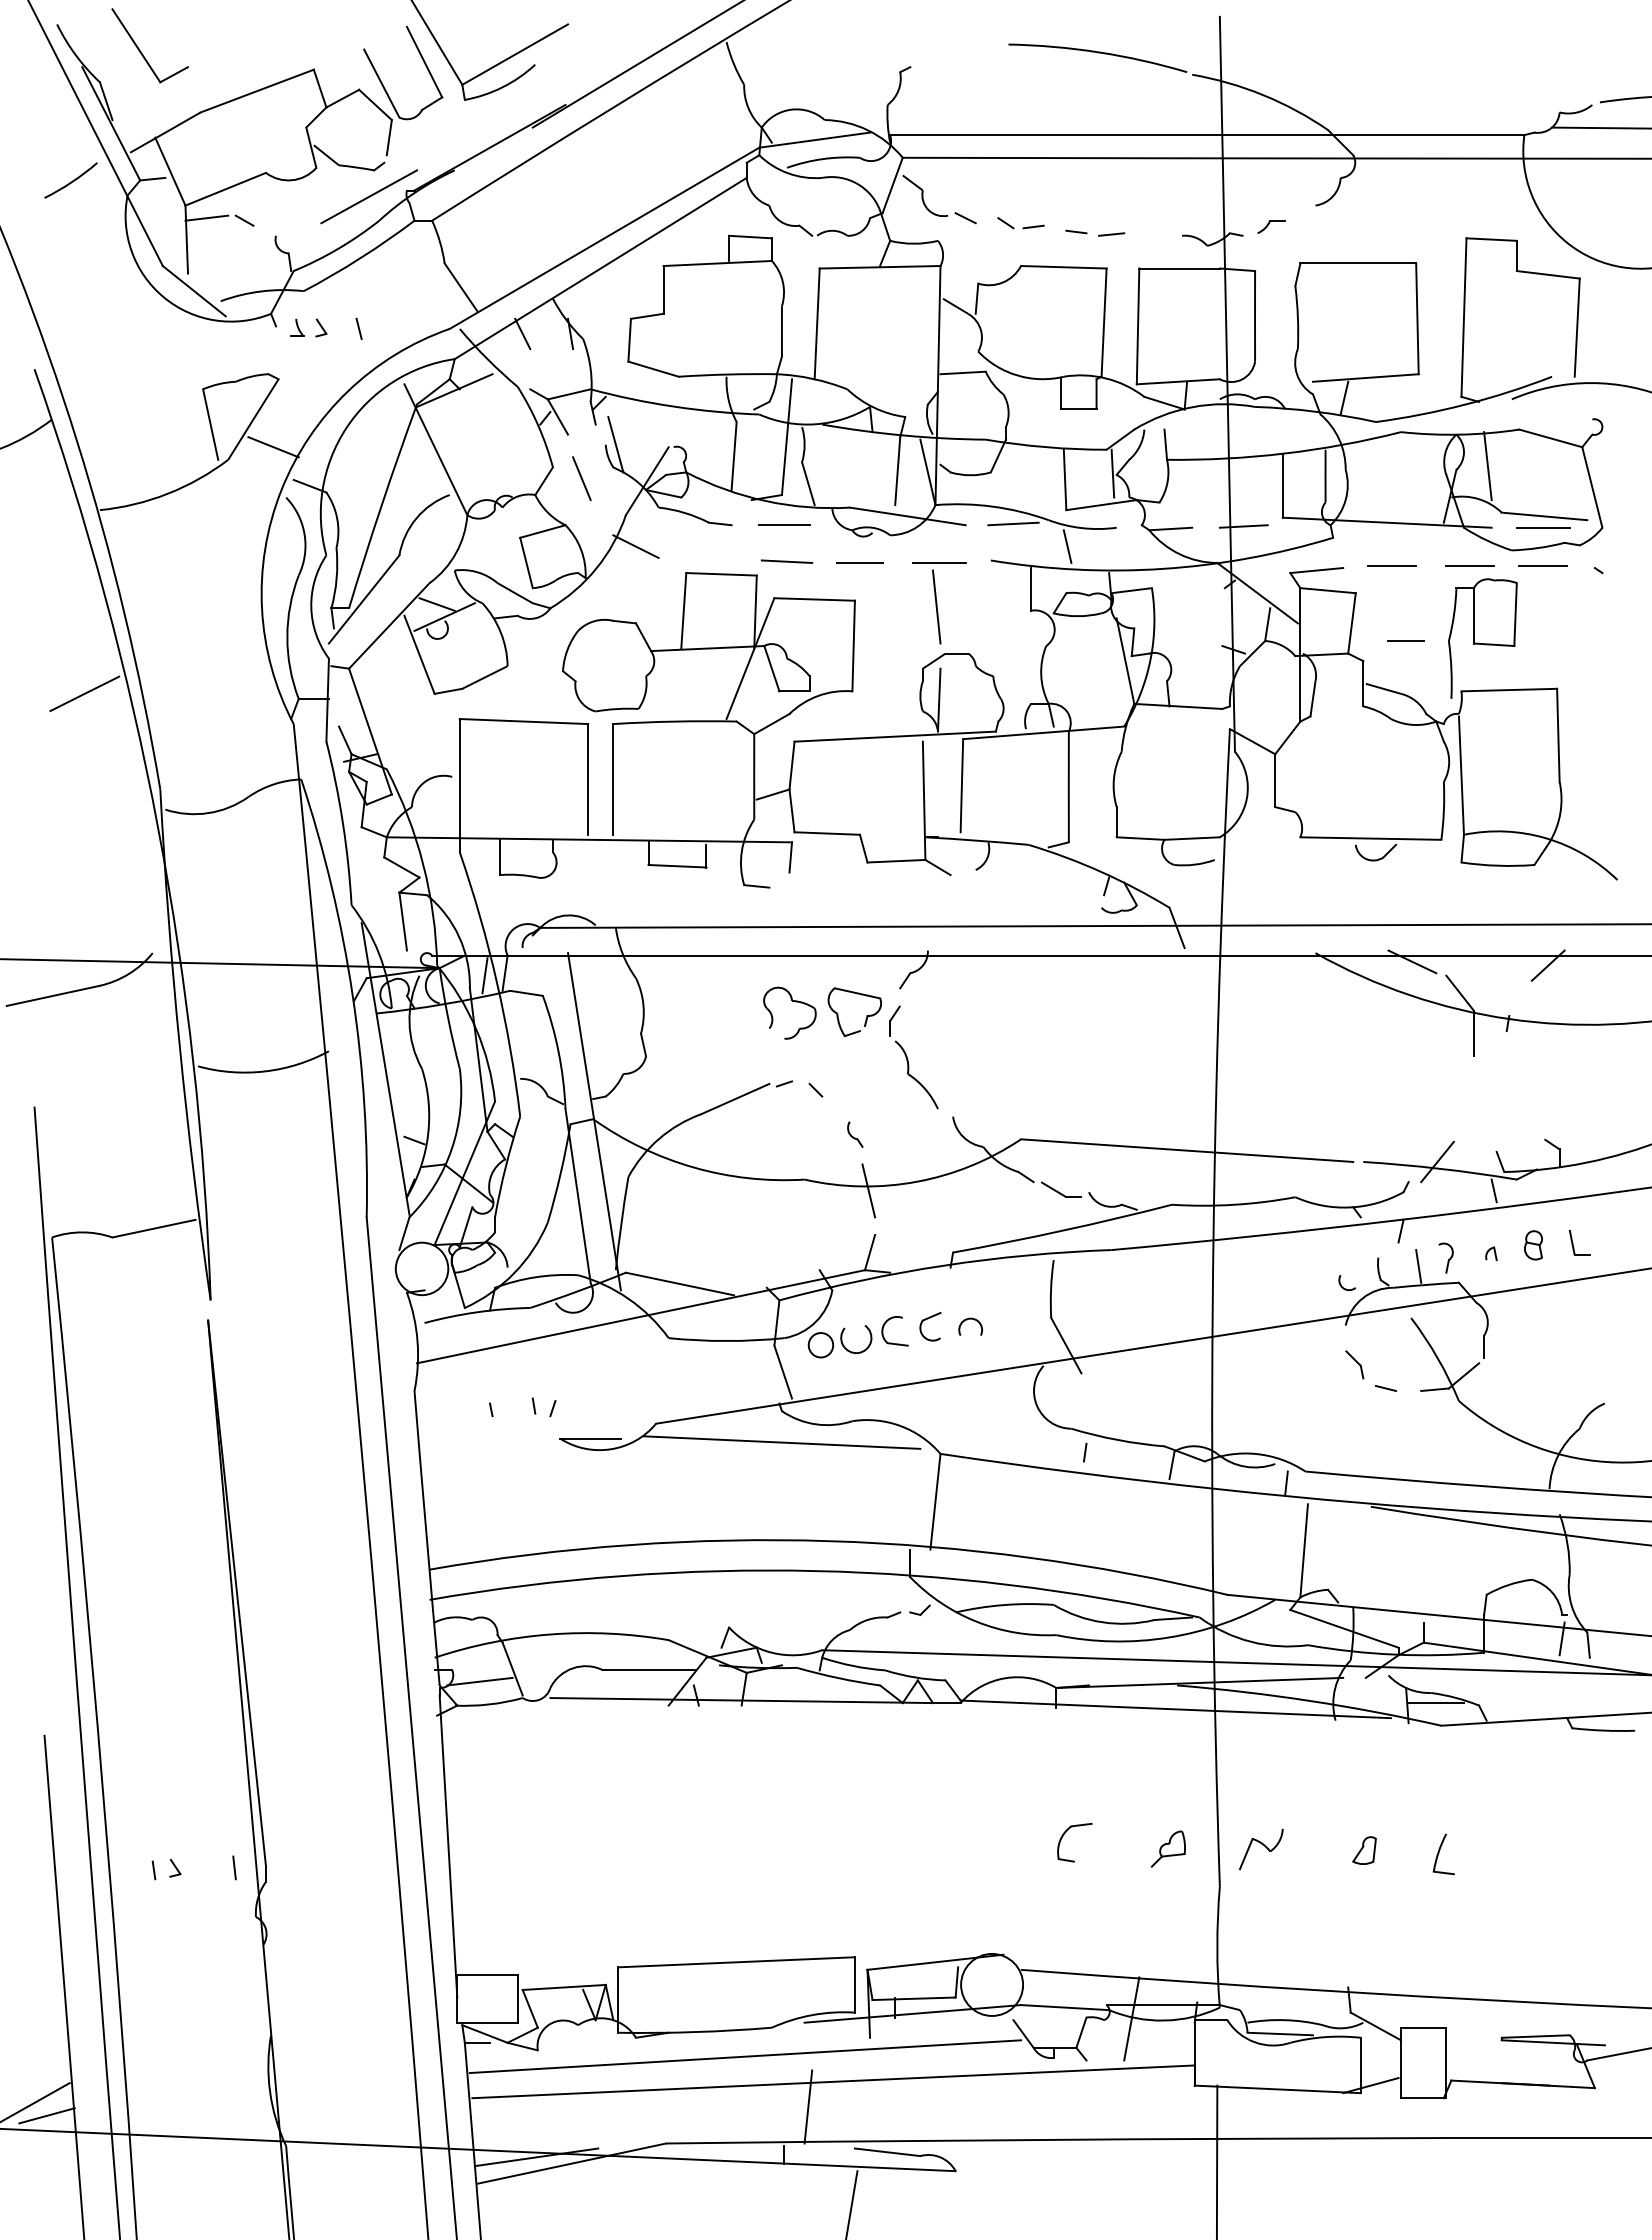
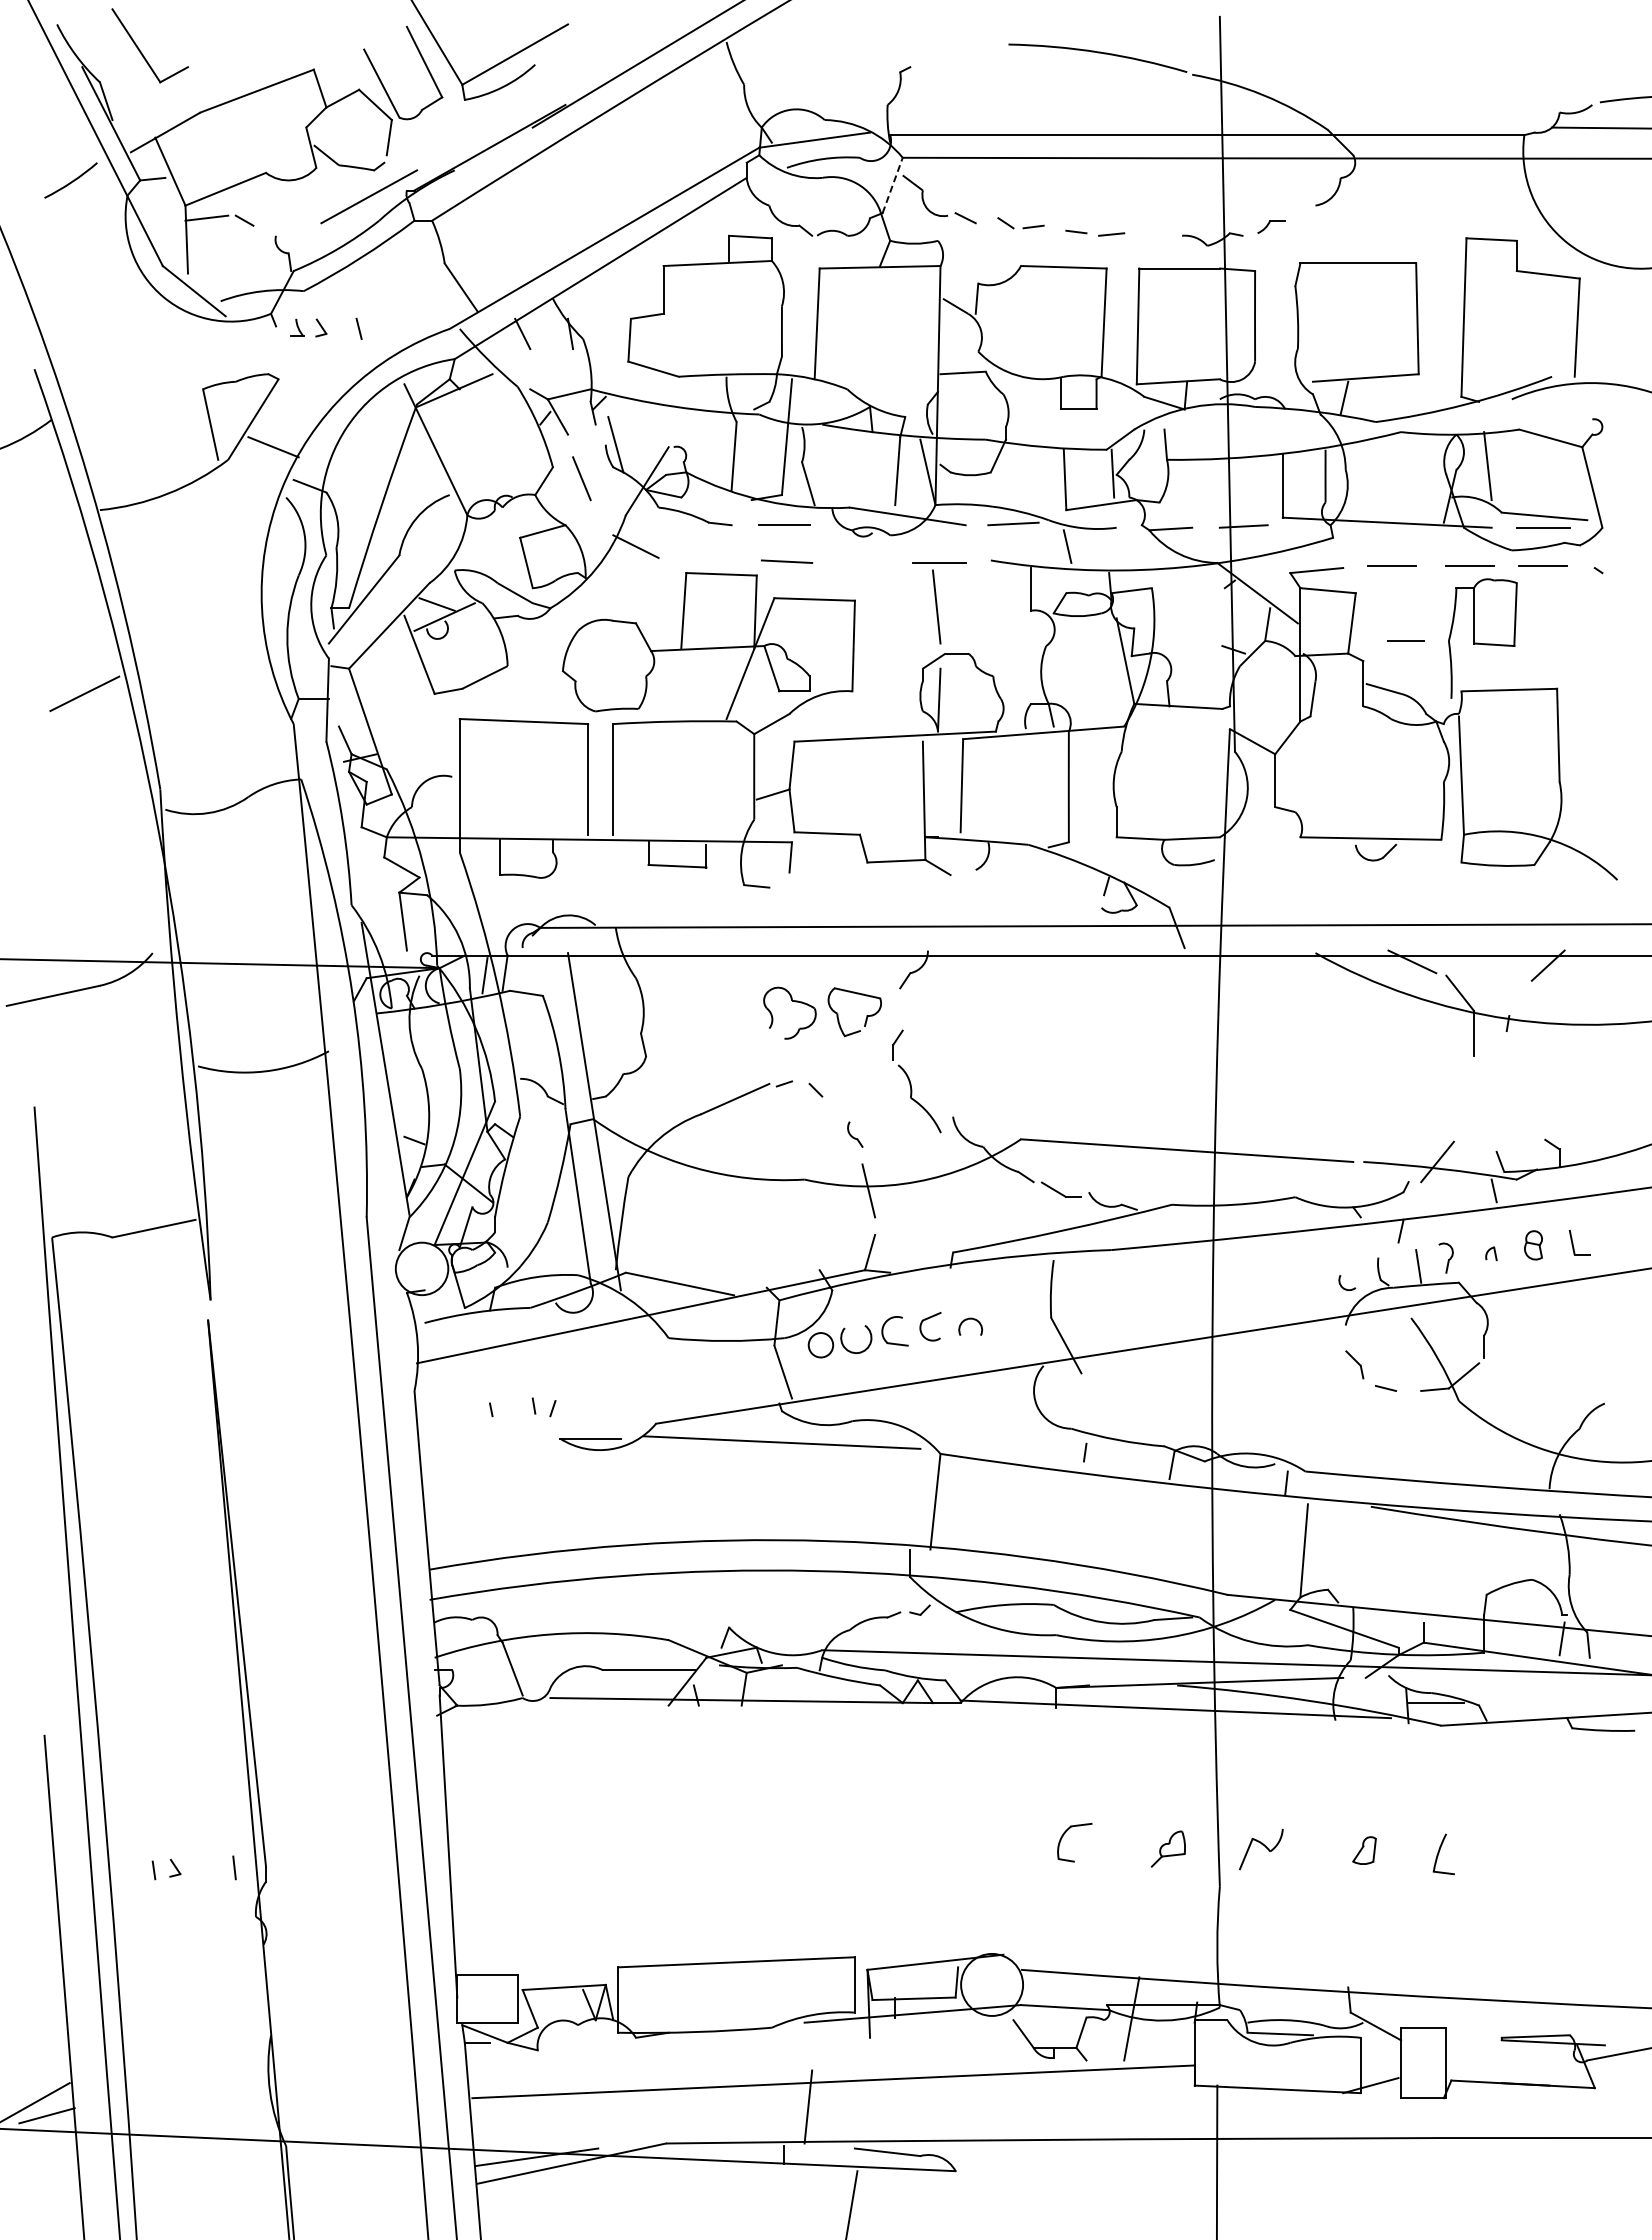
line at (892, 185): solid -> dashed
line at (859, 562): present -> none
part at (913, 1057) position: (913, 1057) -> (916, 1081)
line at (479, 1681): present -> none
line at (745, 2056): present -> none
